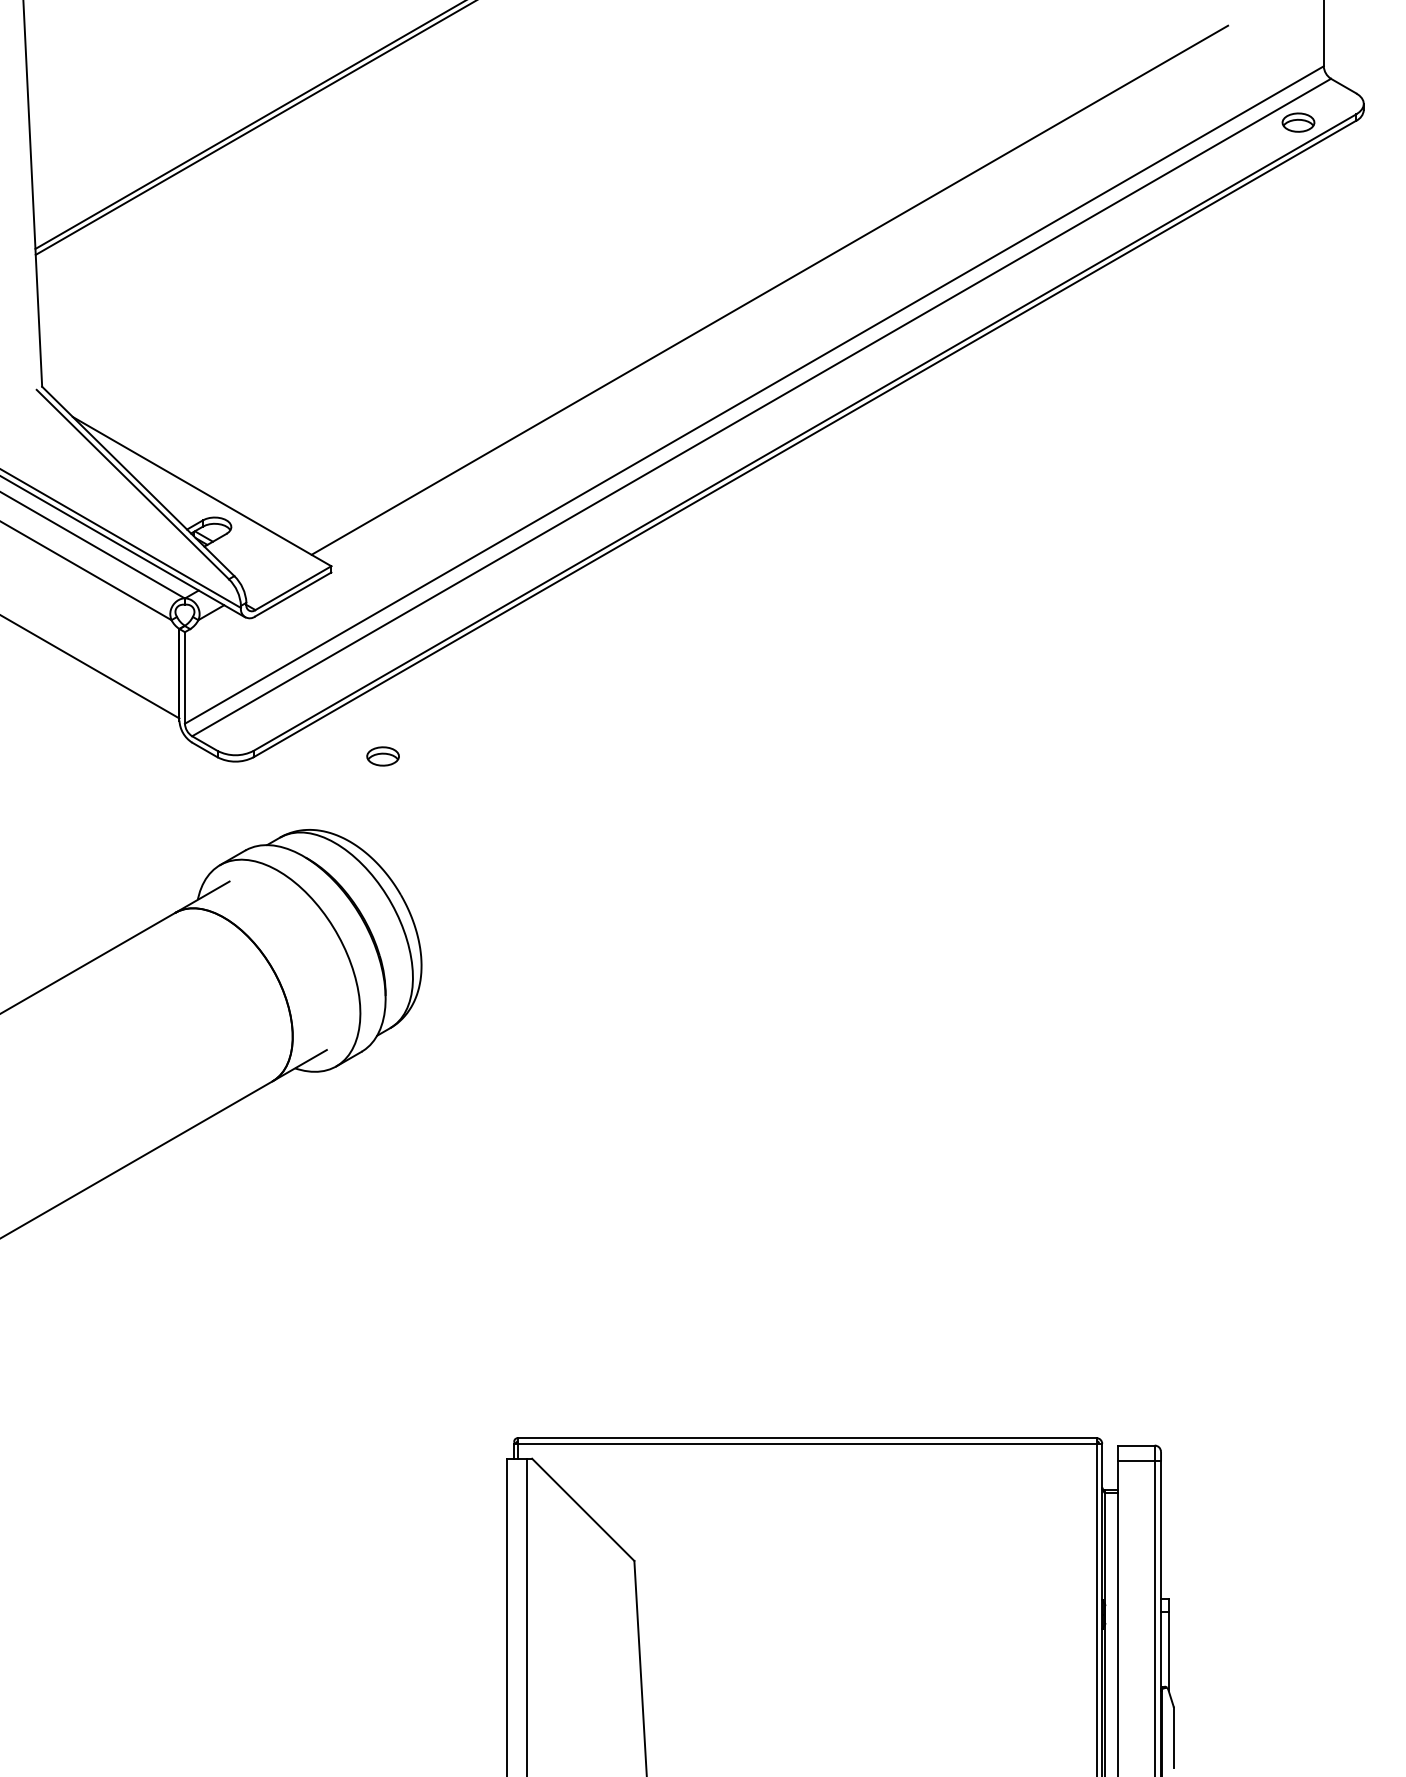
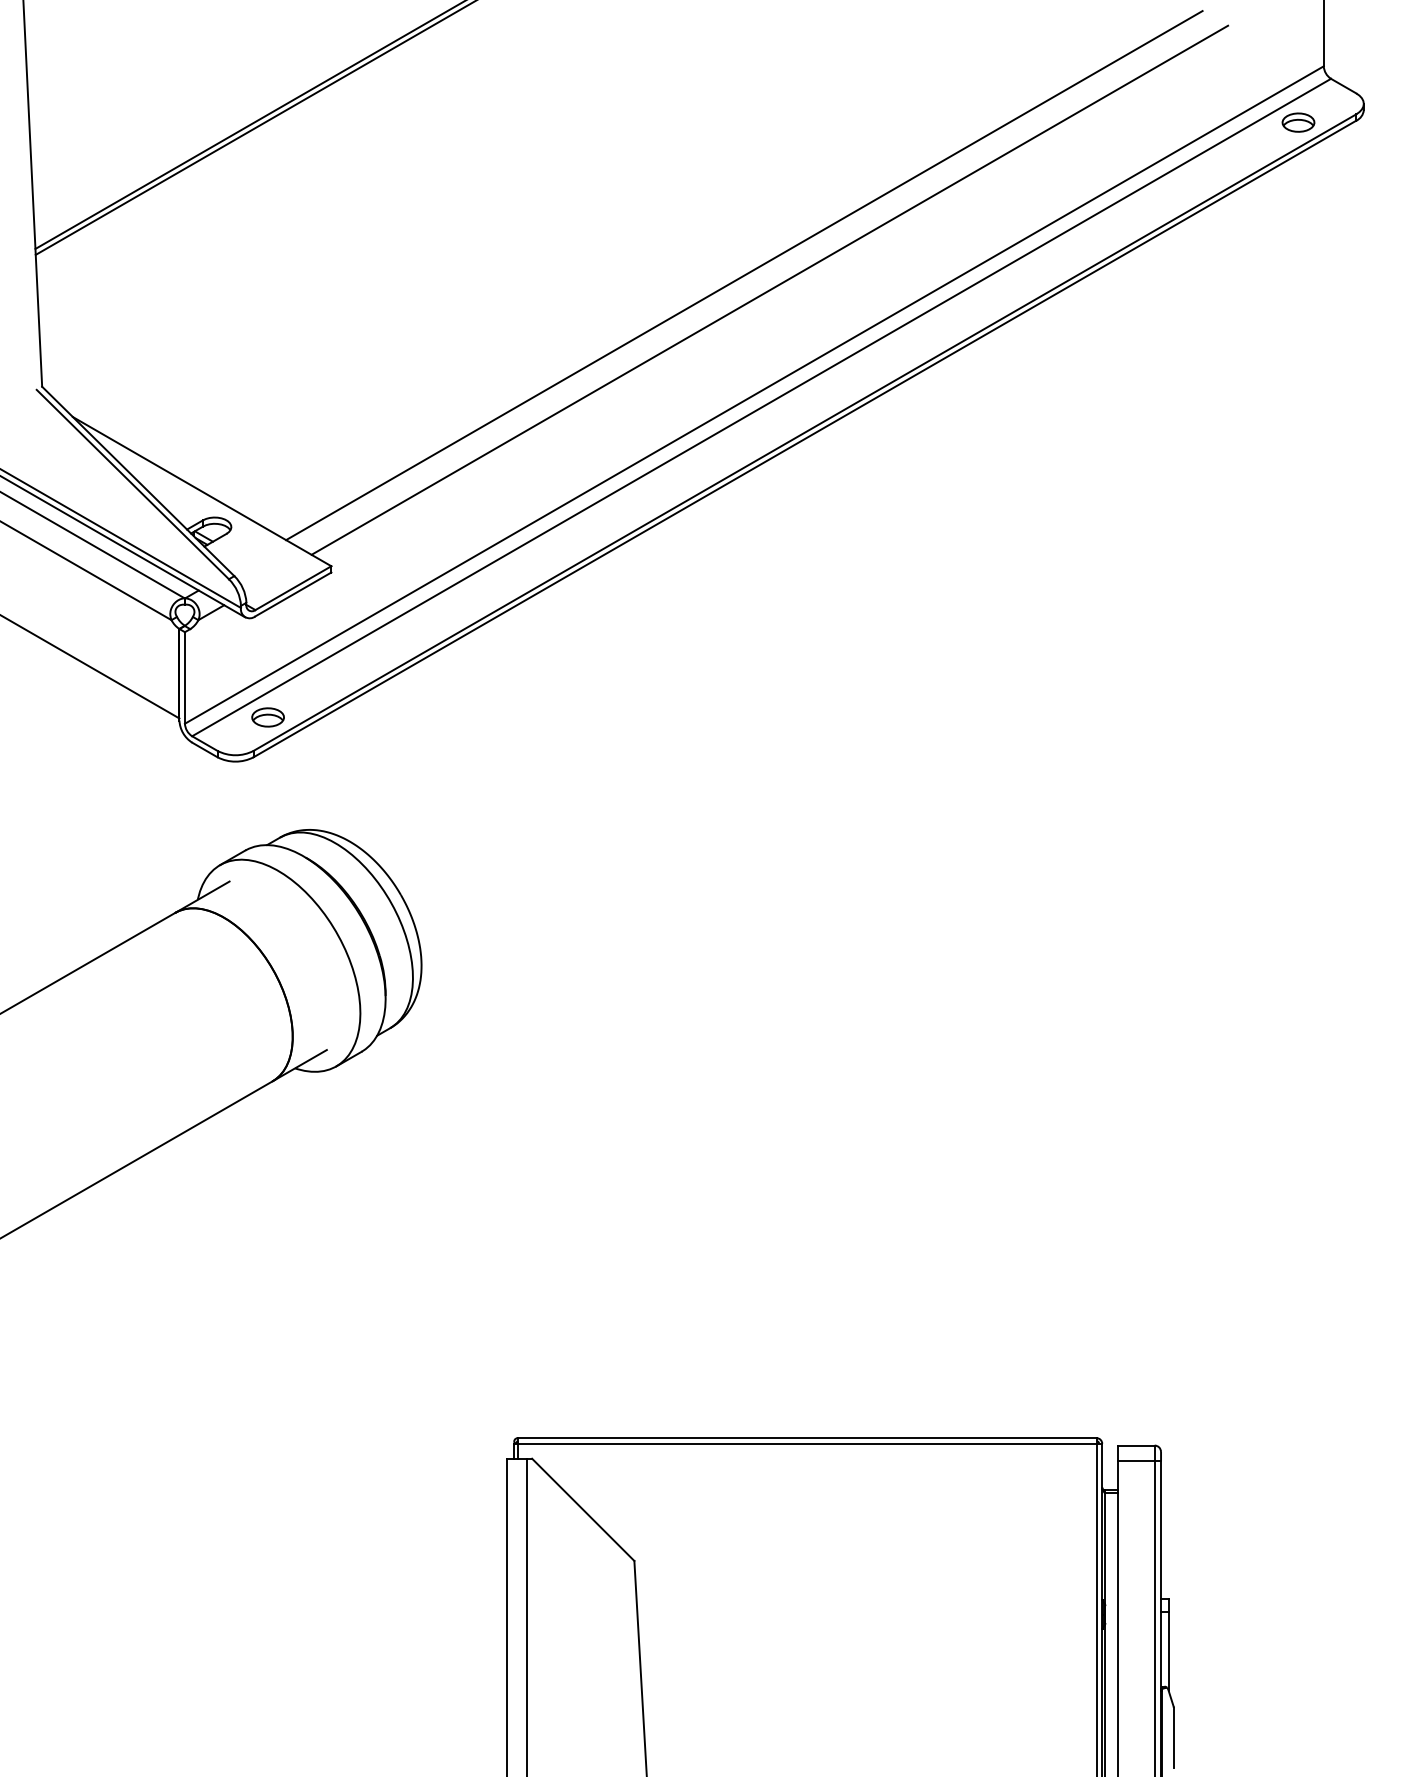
line at (744, 275): none -> present
part at (382, 756) position: (382, 756) -> (267, 717)
